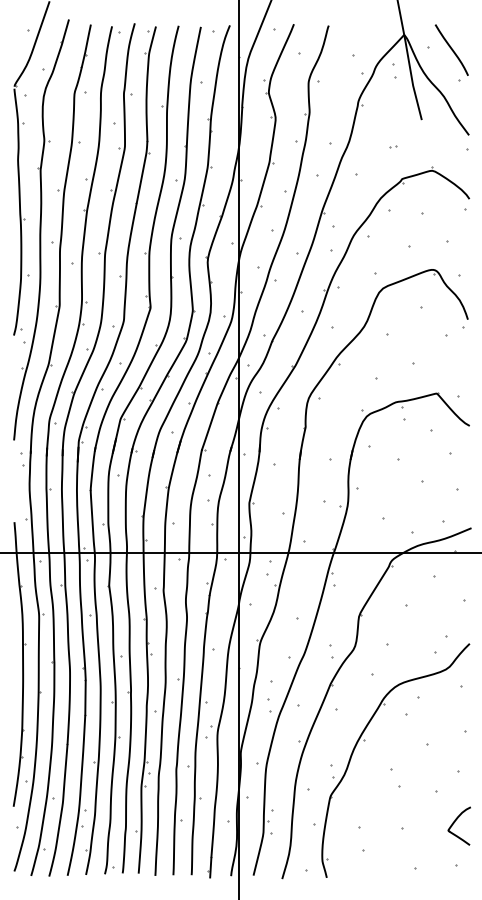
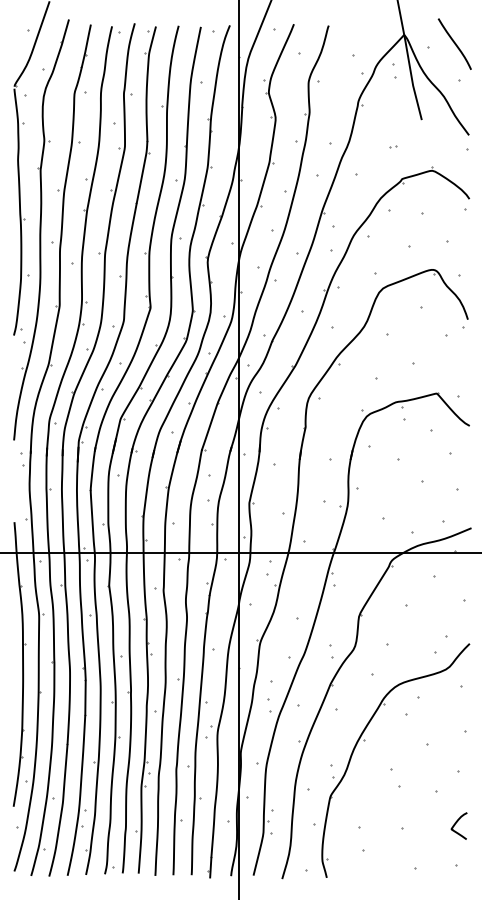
curve at (451, 49) position: (451, 49) -> (454, 43)
part at (458, 825) size: 24x40 px -> 18x28 px
